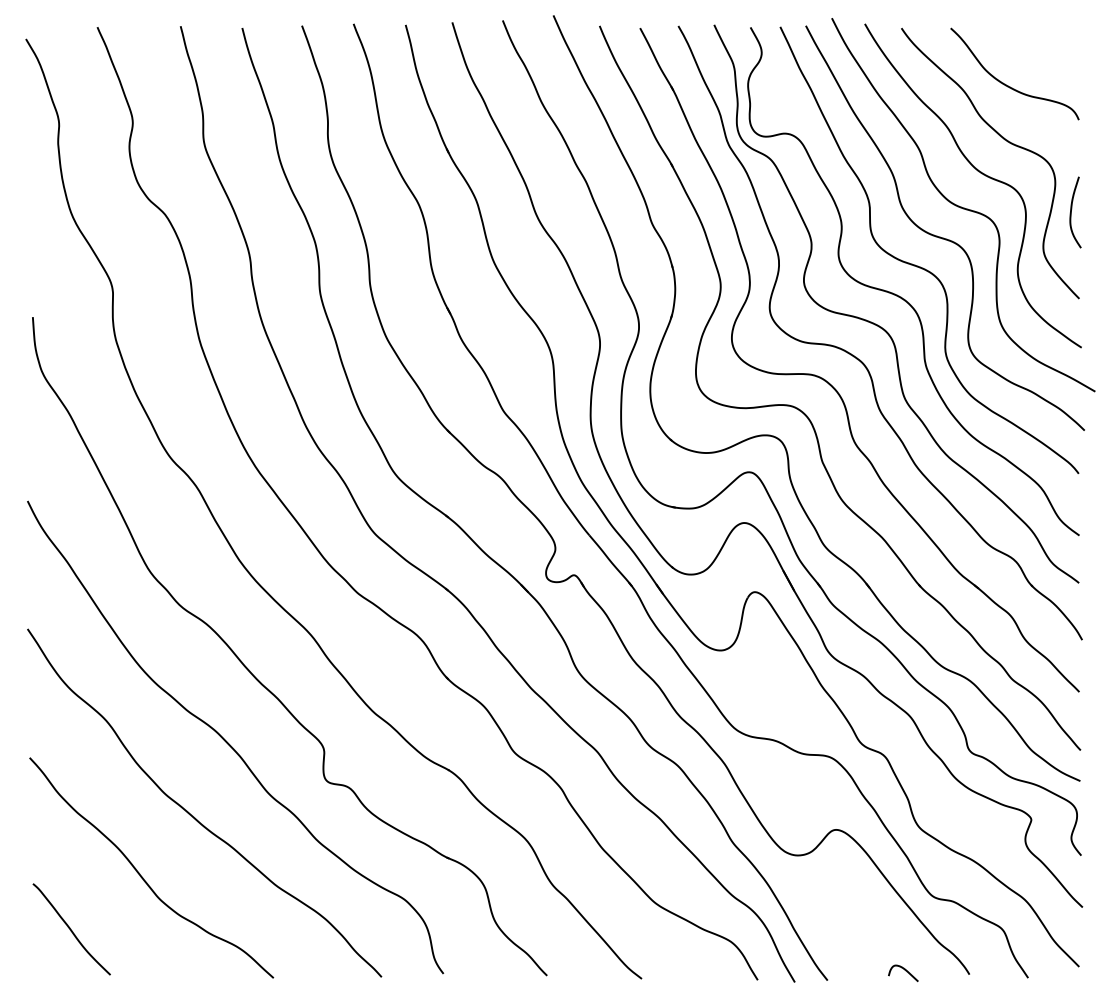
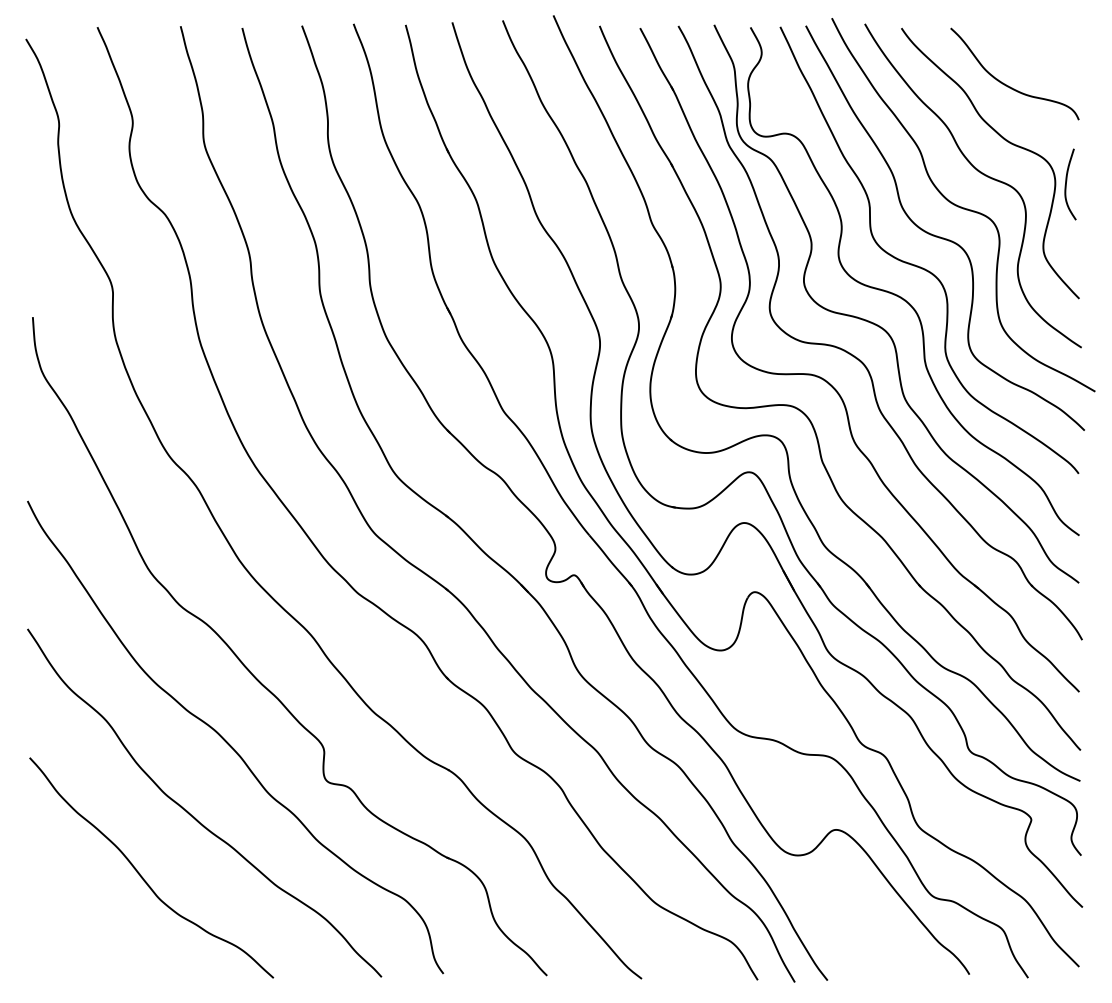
curve at (1071, 212) position: (1071, 212) -> (1066, 184)
curve at (71, 929): present -> none
curve at (905, 971): present -> none
